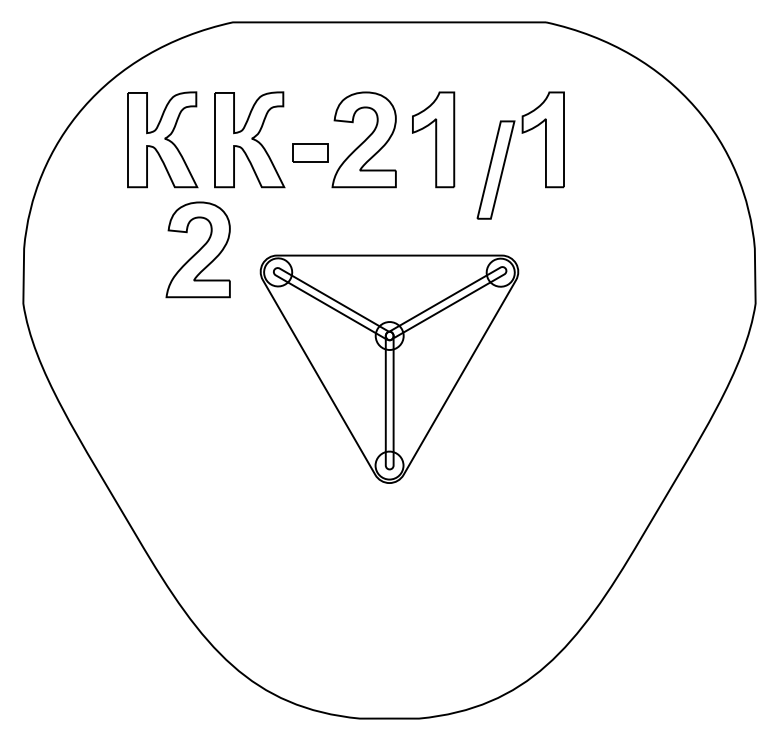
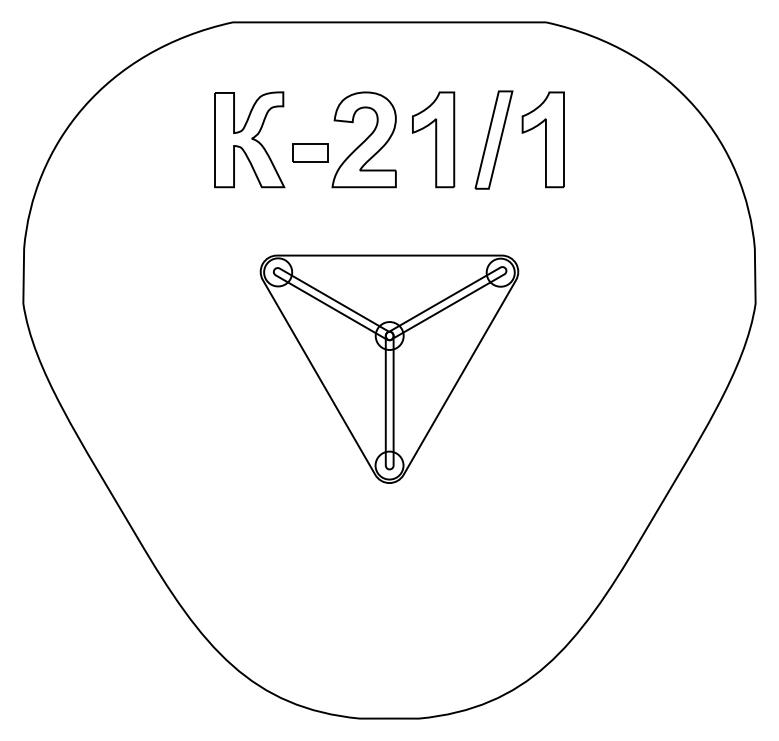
part at (162, 139): present -> none
part at (495, 169) position: (495, 169) -> (493, 139)
part at (197, 249): present -> none
